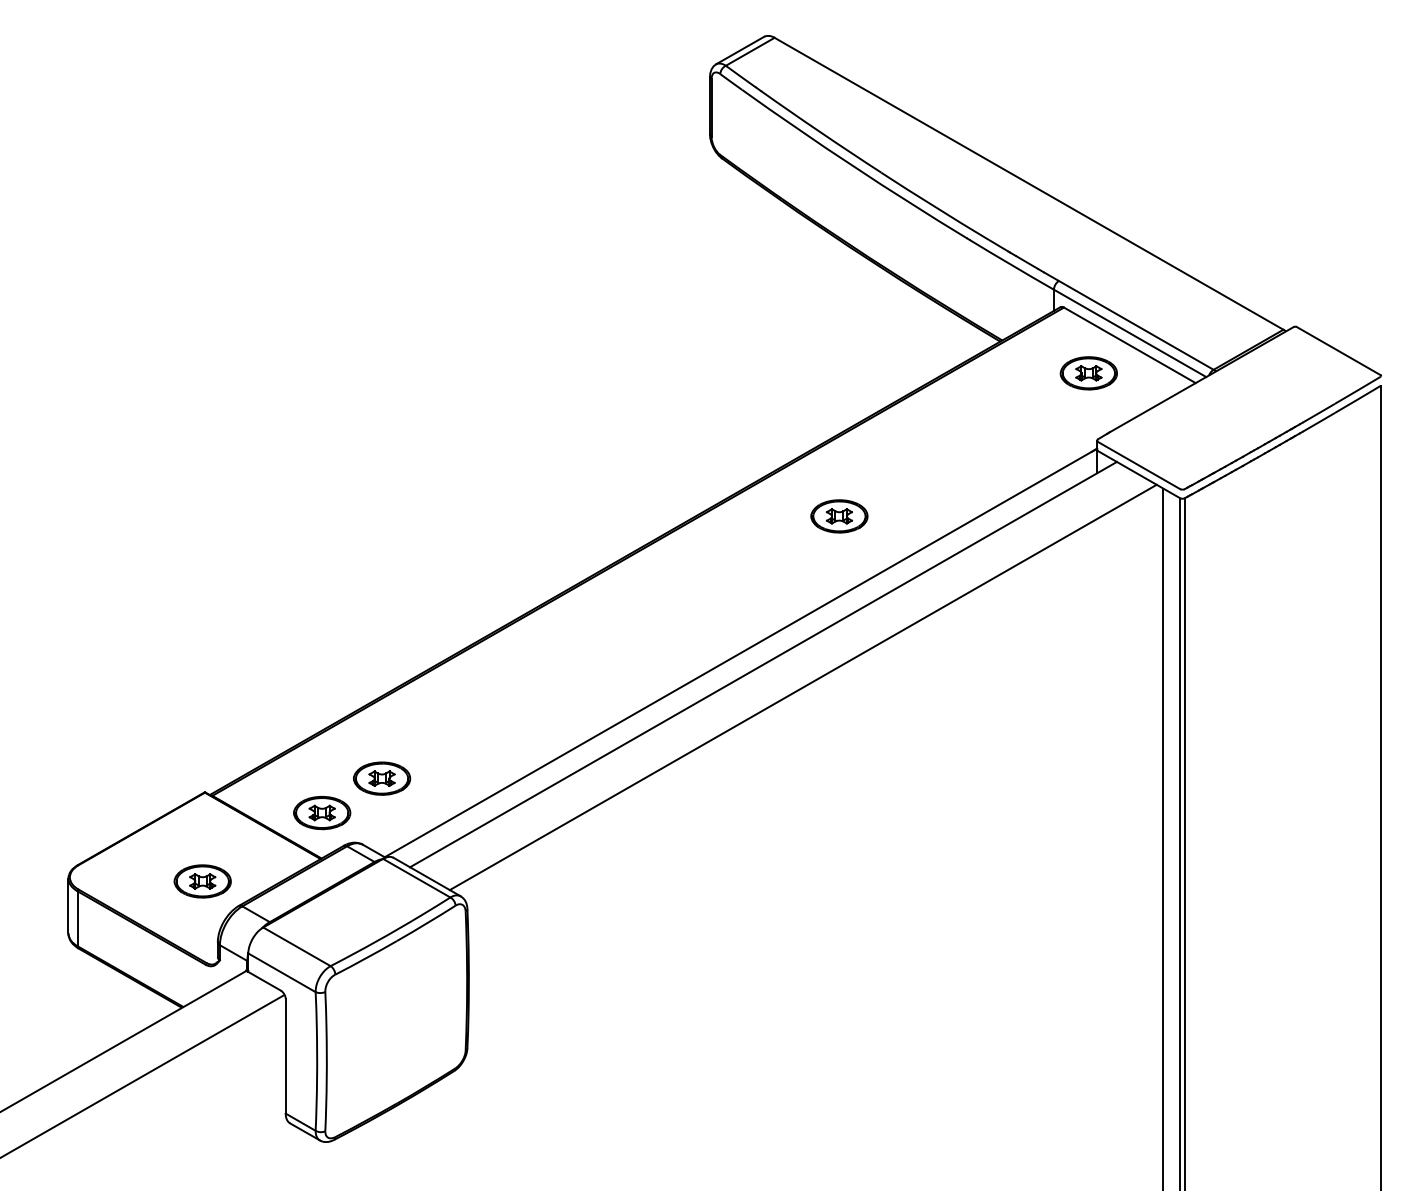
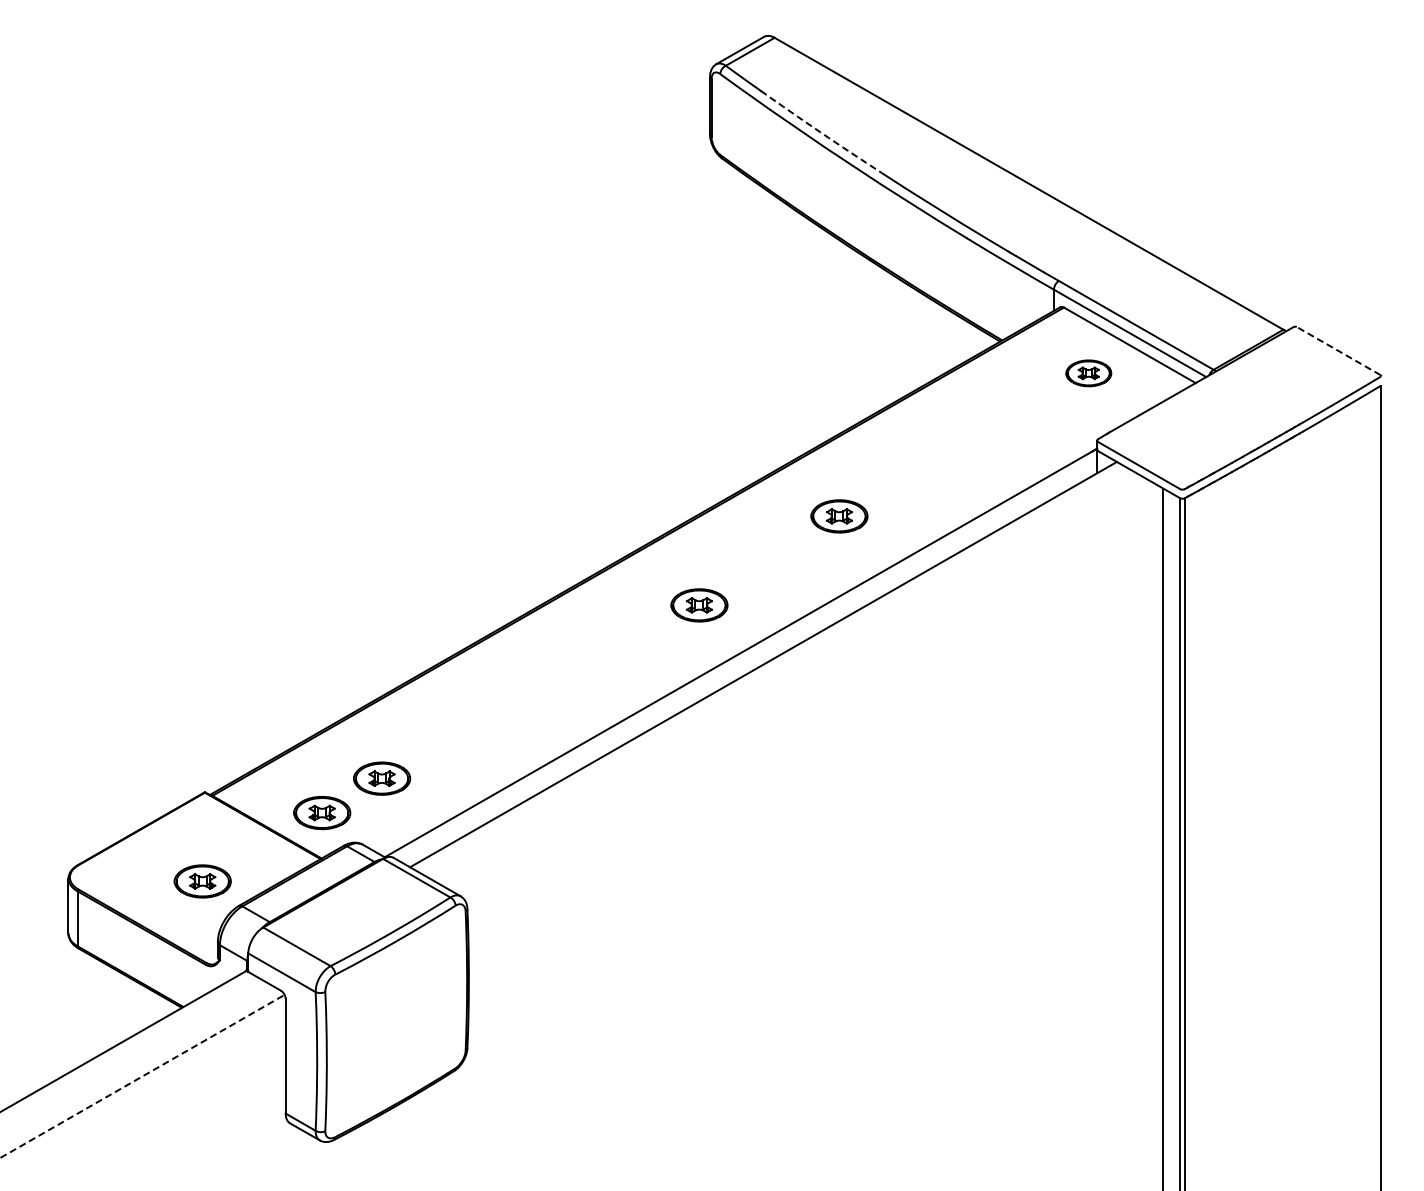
arc at (820, 132): solid -> dashed
line at (1338, 350): solid -> dashed
part at (1088, 373) size: 59x35 px -> 48x29 px
part at (699, 605): none -> present
line at (802, 687): present -> none
line at (141, 1076): solid -> dashed
